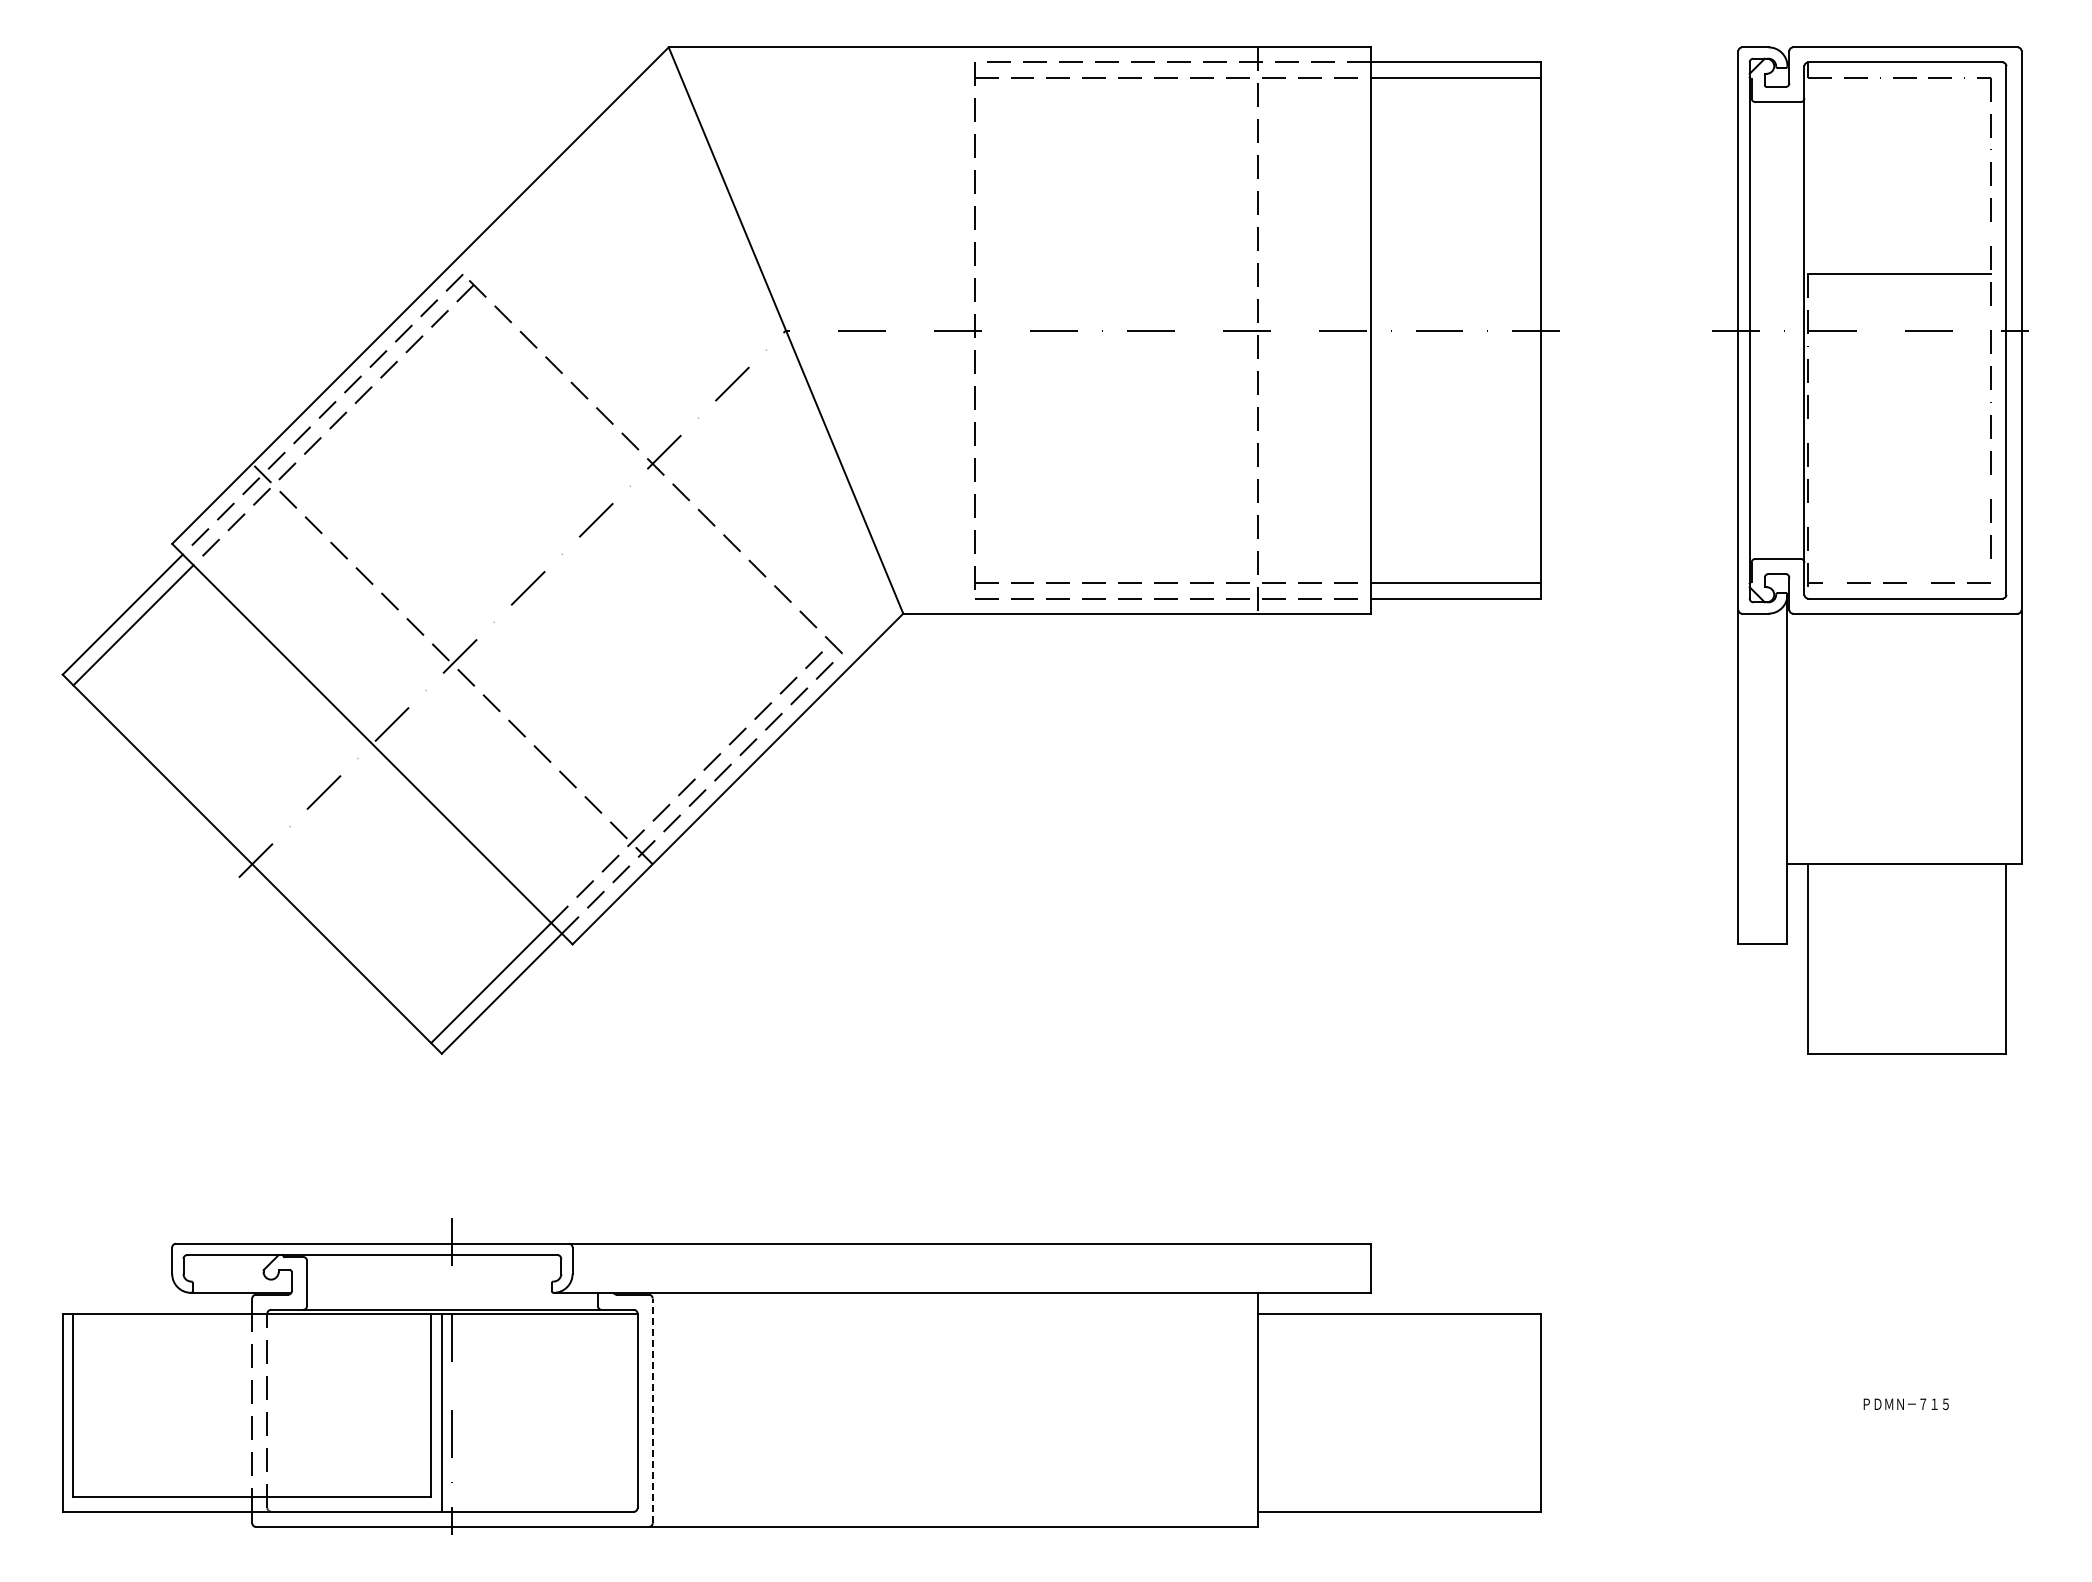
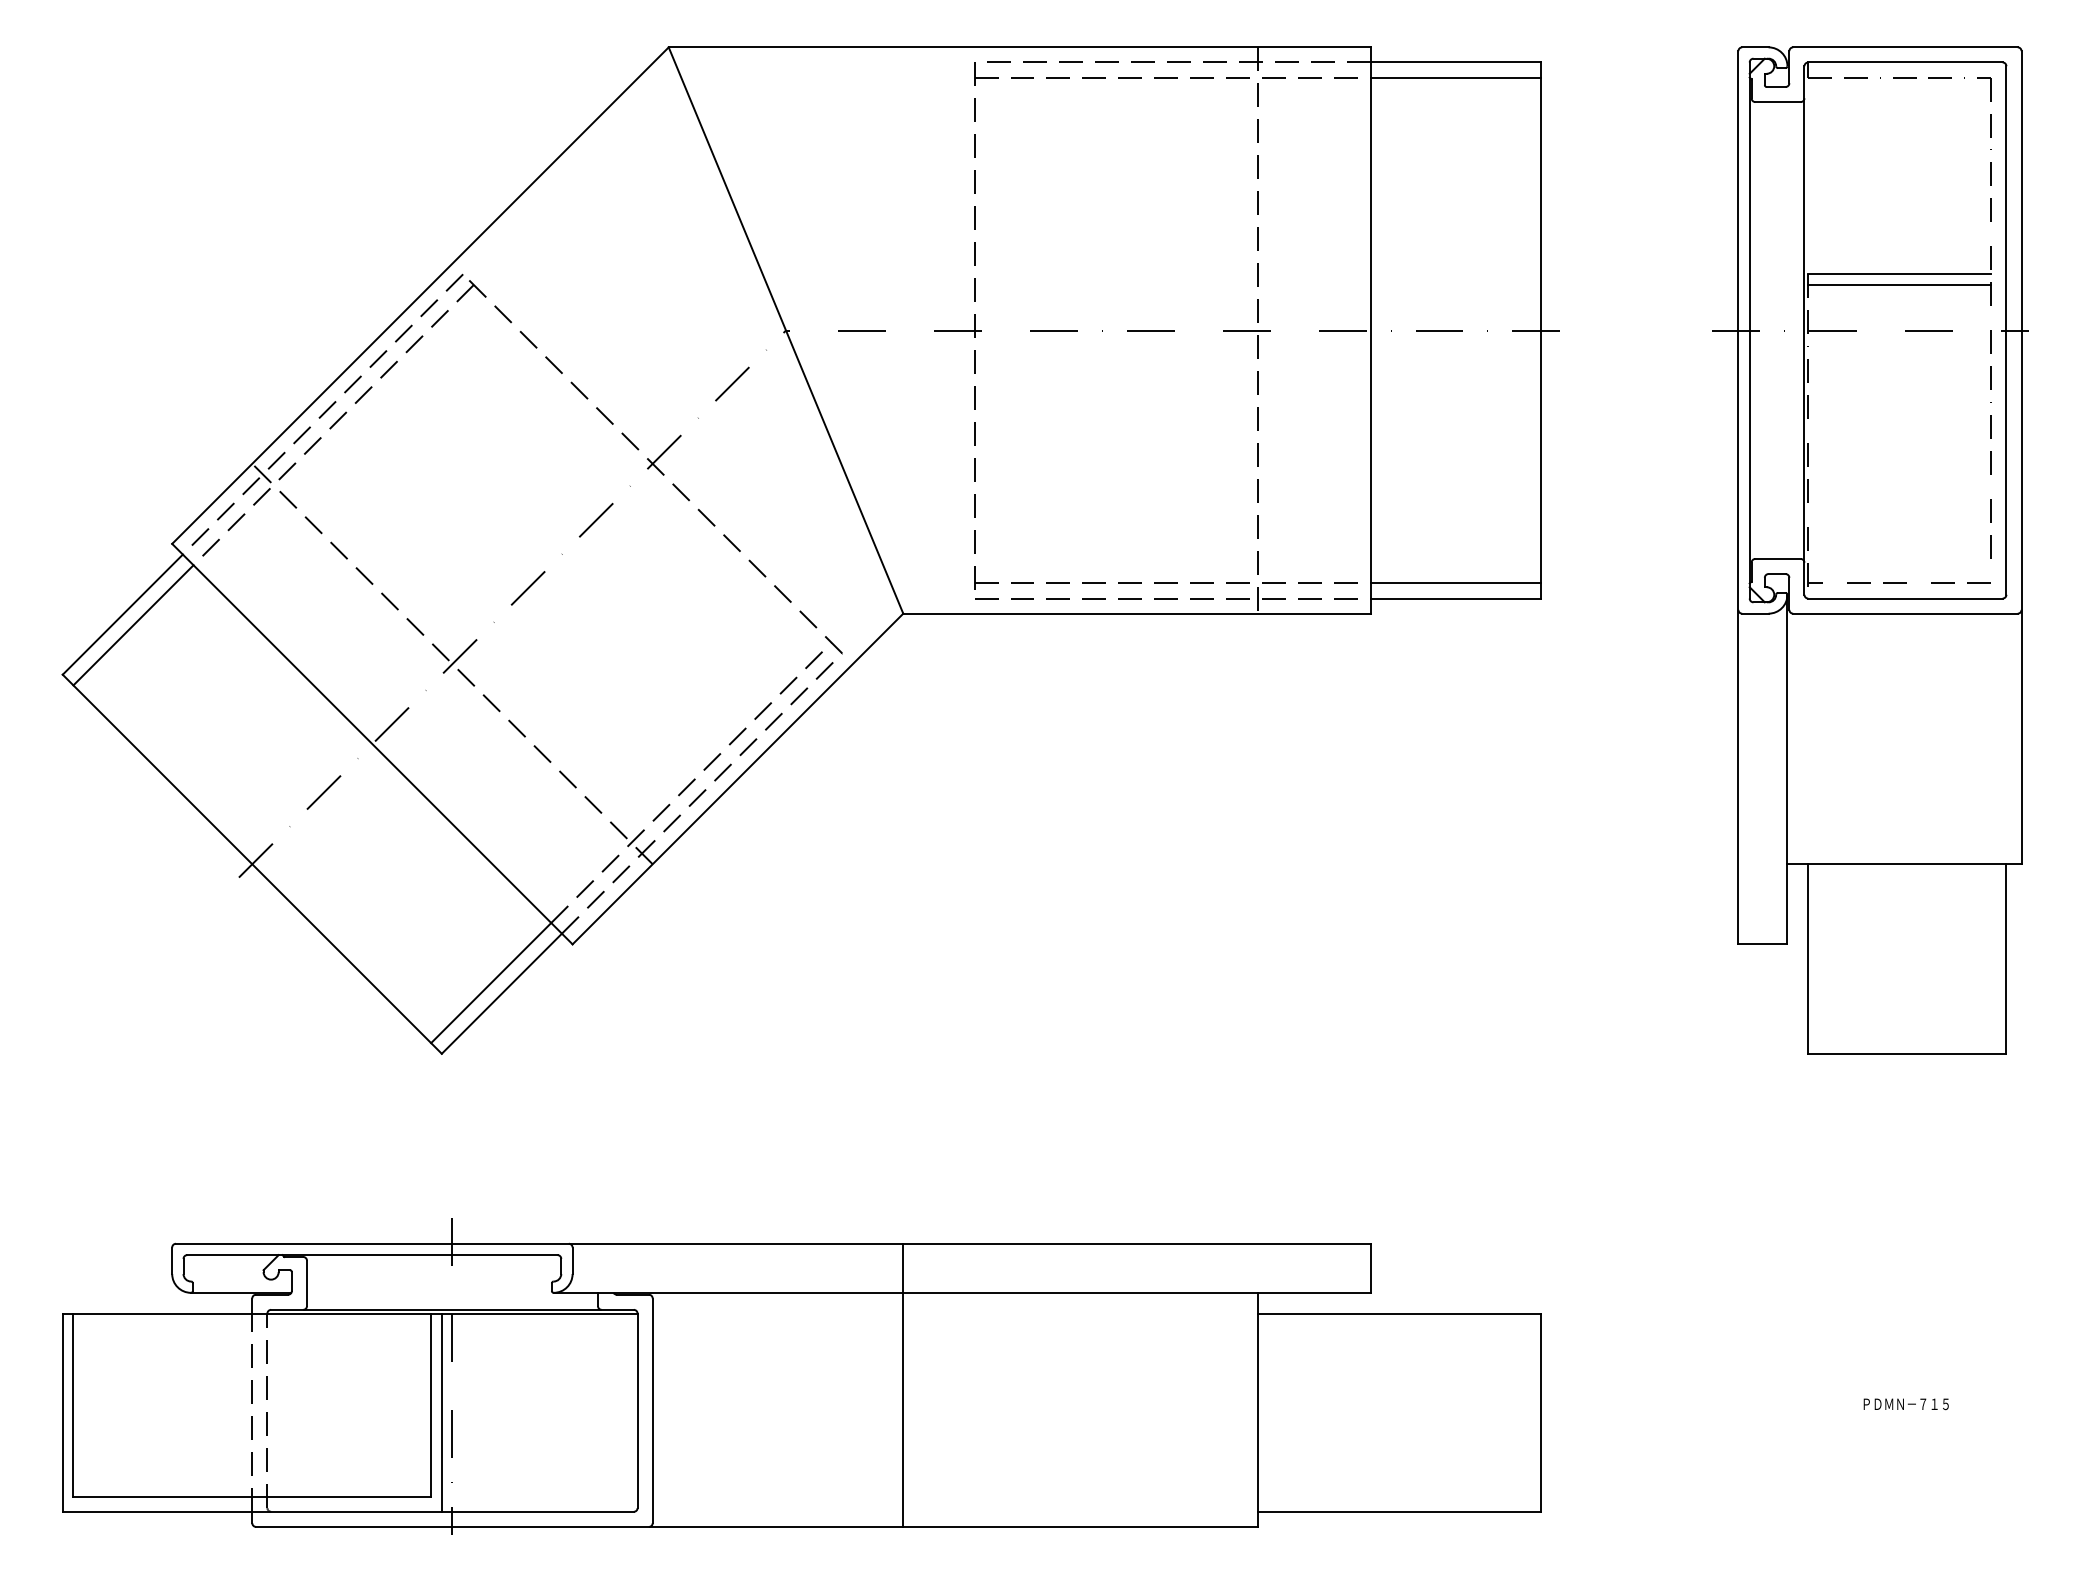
line at (1899, 284): none -> present
line at (903, 1384): none -> present
line at (652, 1410): dashed -> solid
